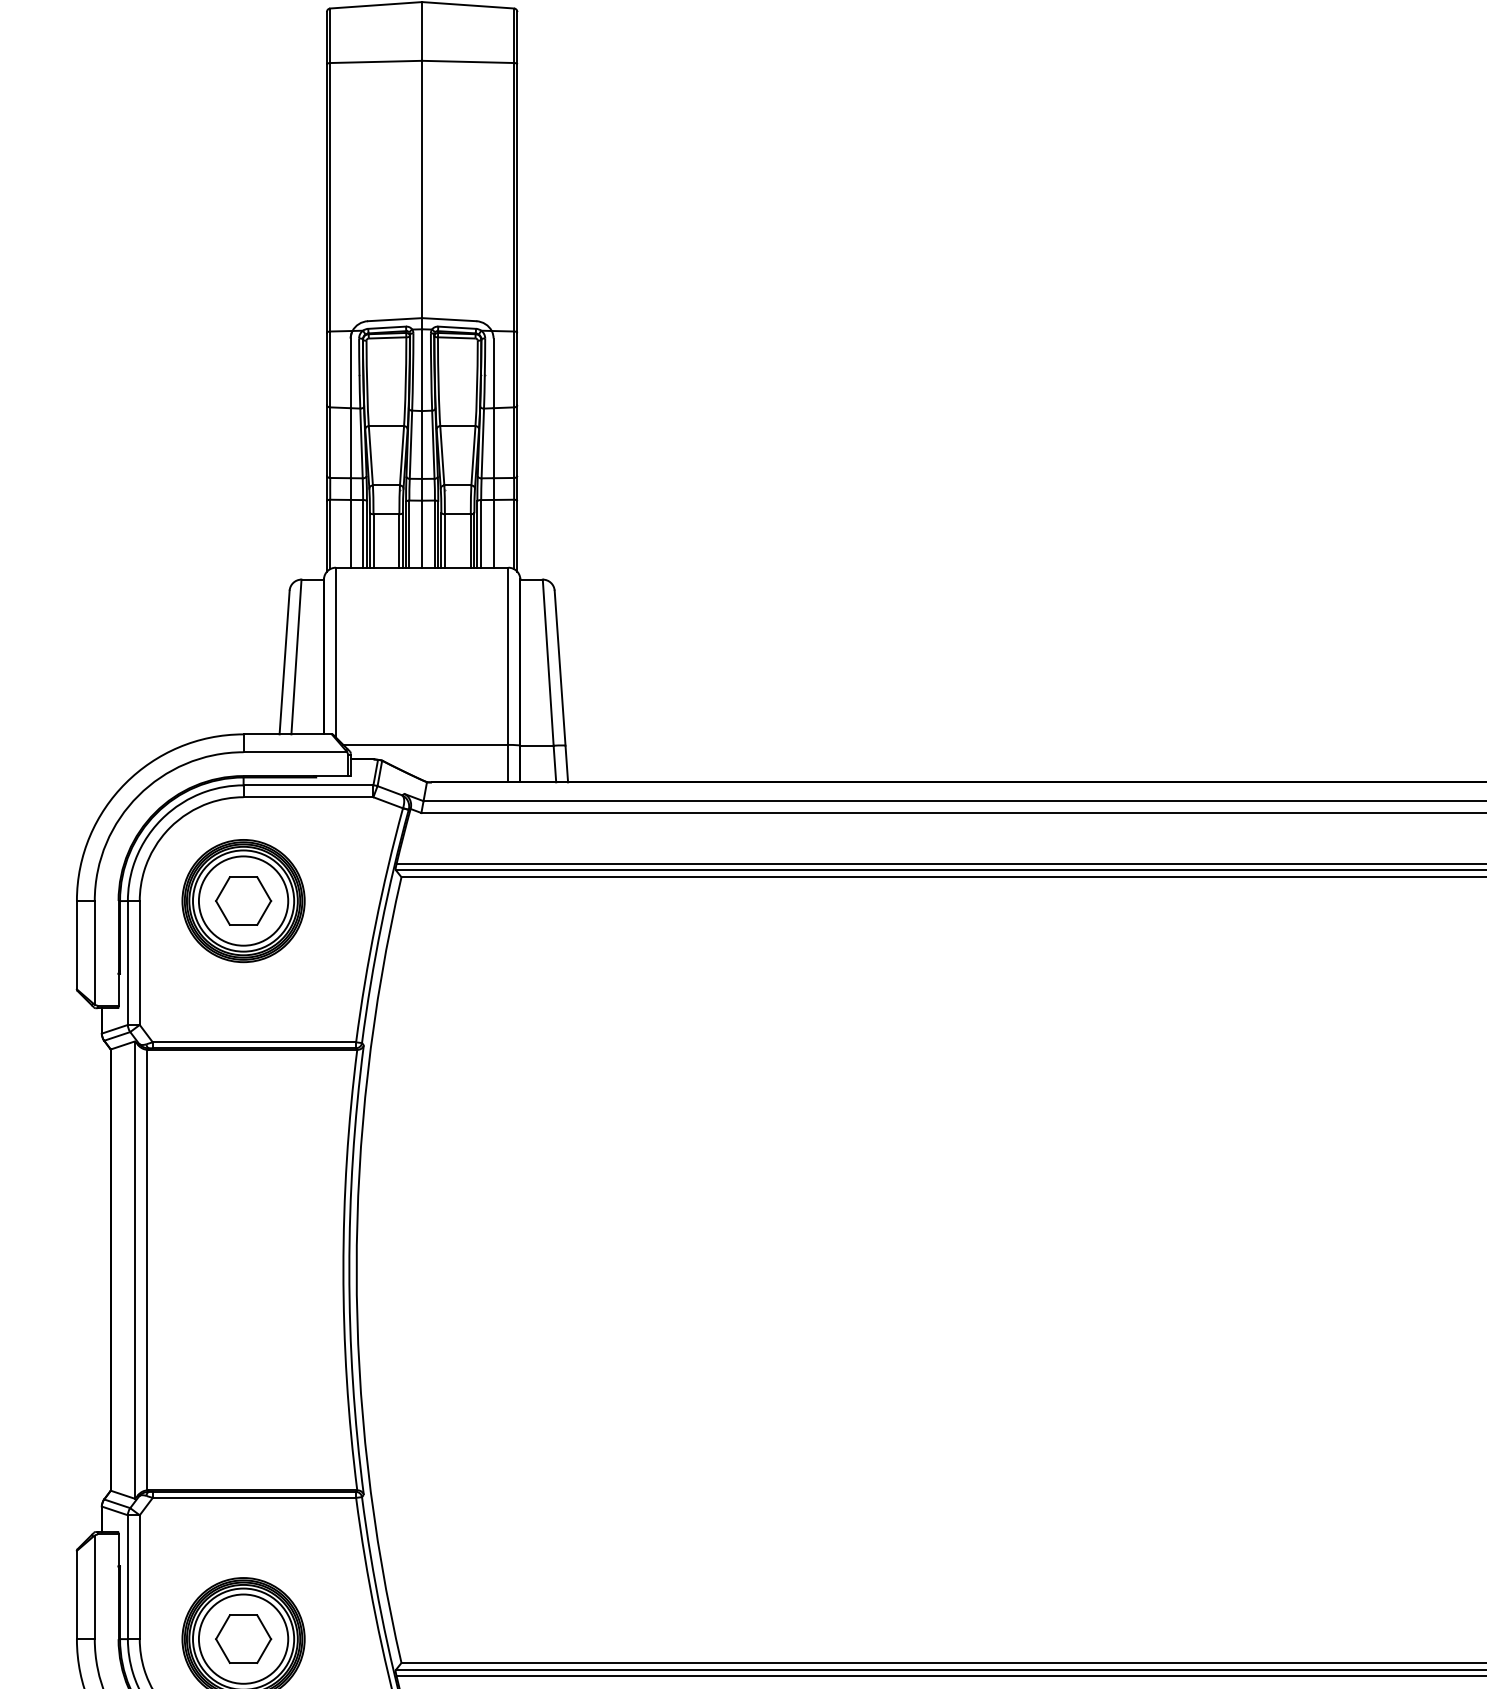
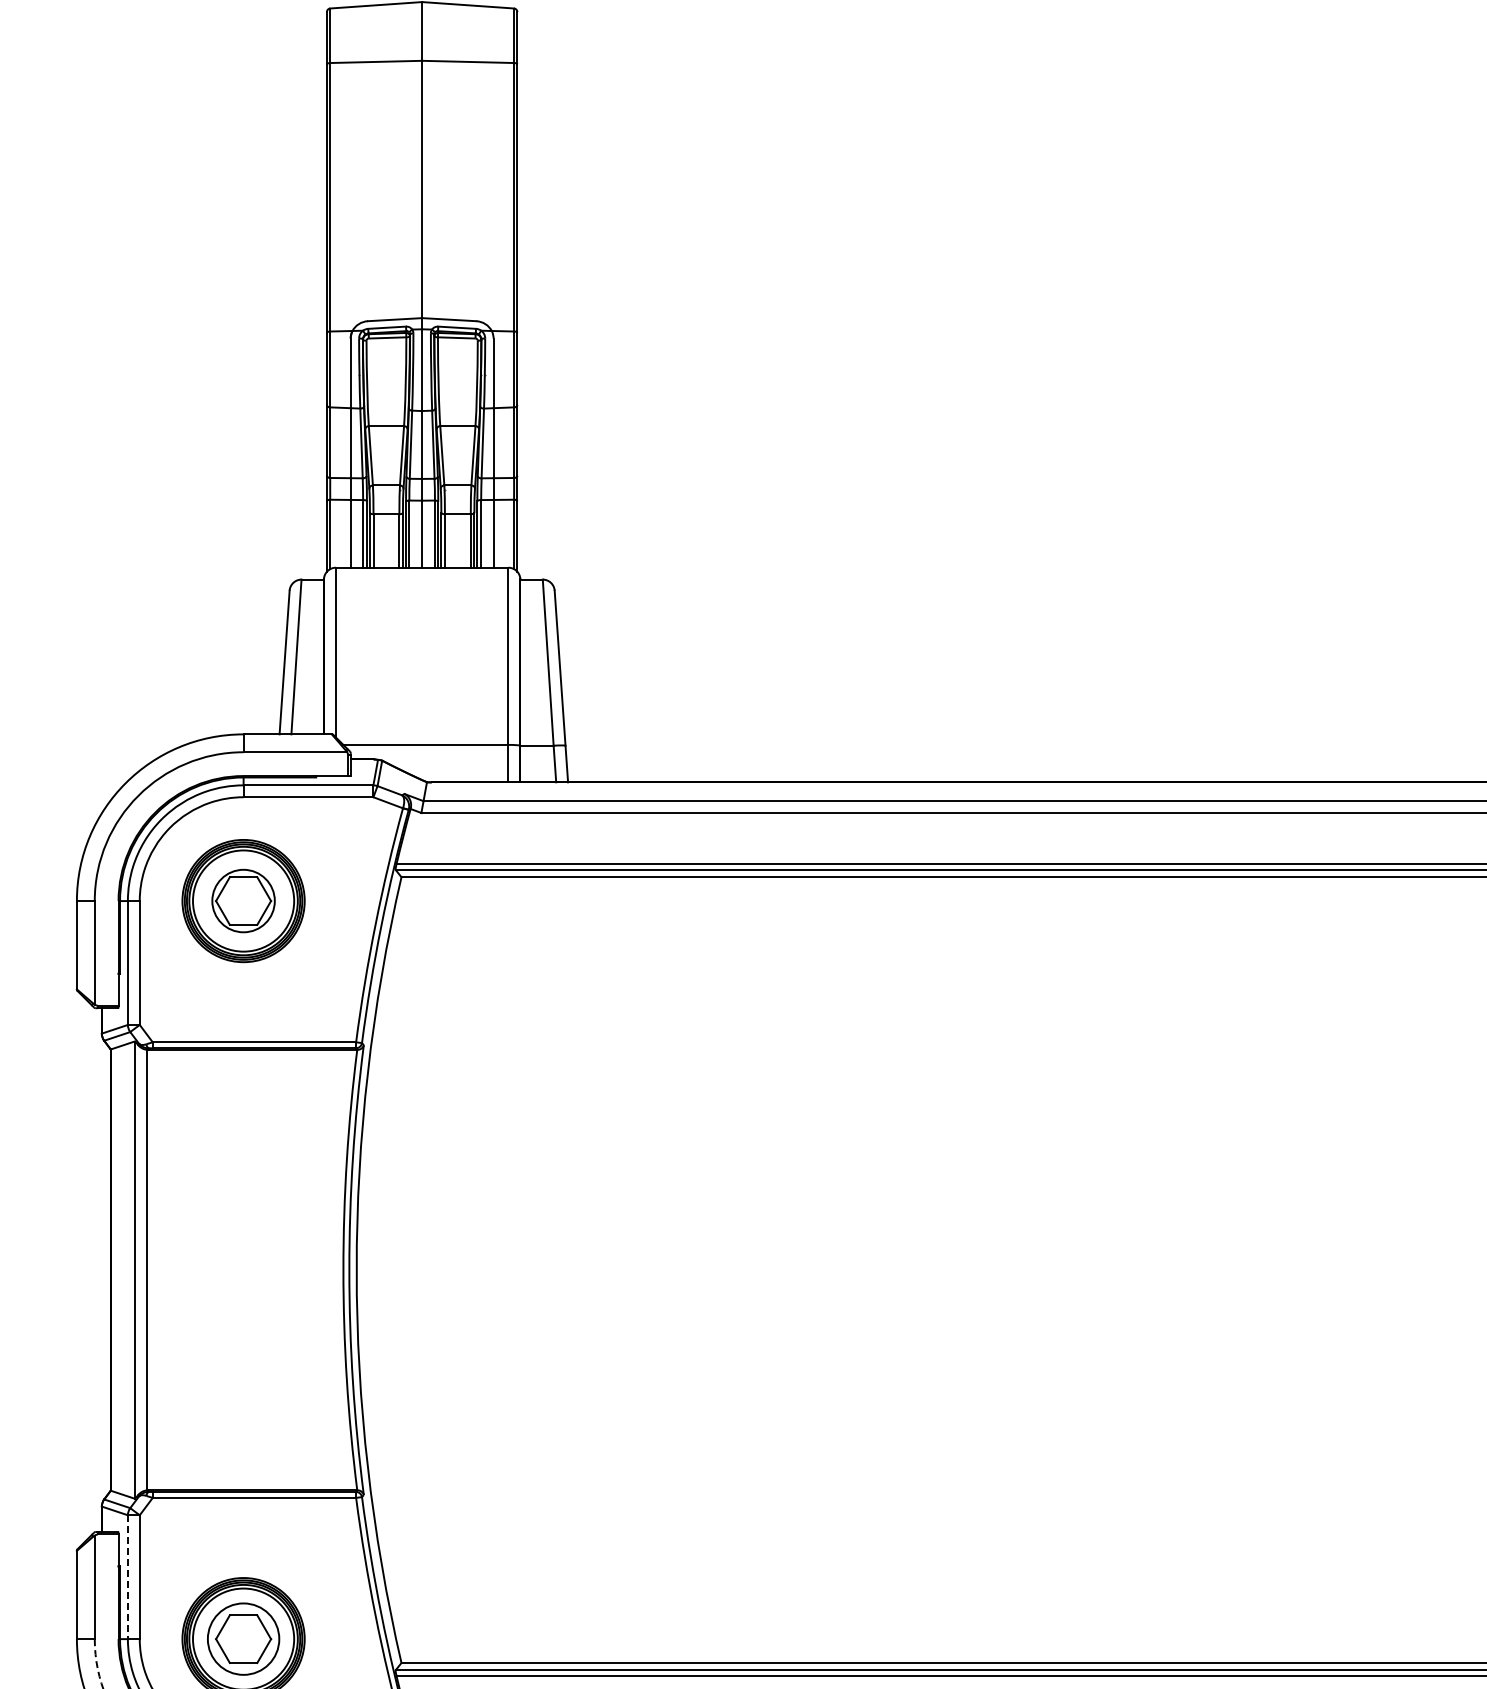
circle at (243, 900) diameter: 89 px -> 63 px
line at (127, 1577): solid -> dashed
circle at (243, 1638) diameter: 89 px -> 71 px
arc at (97, 1665): solid -> dashed
